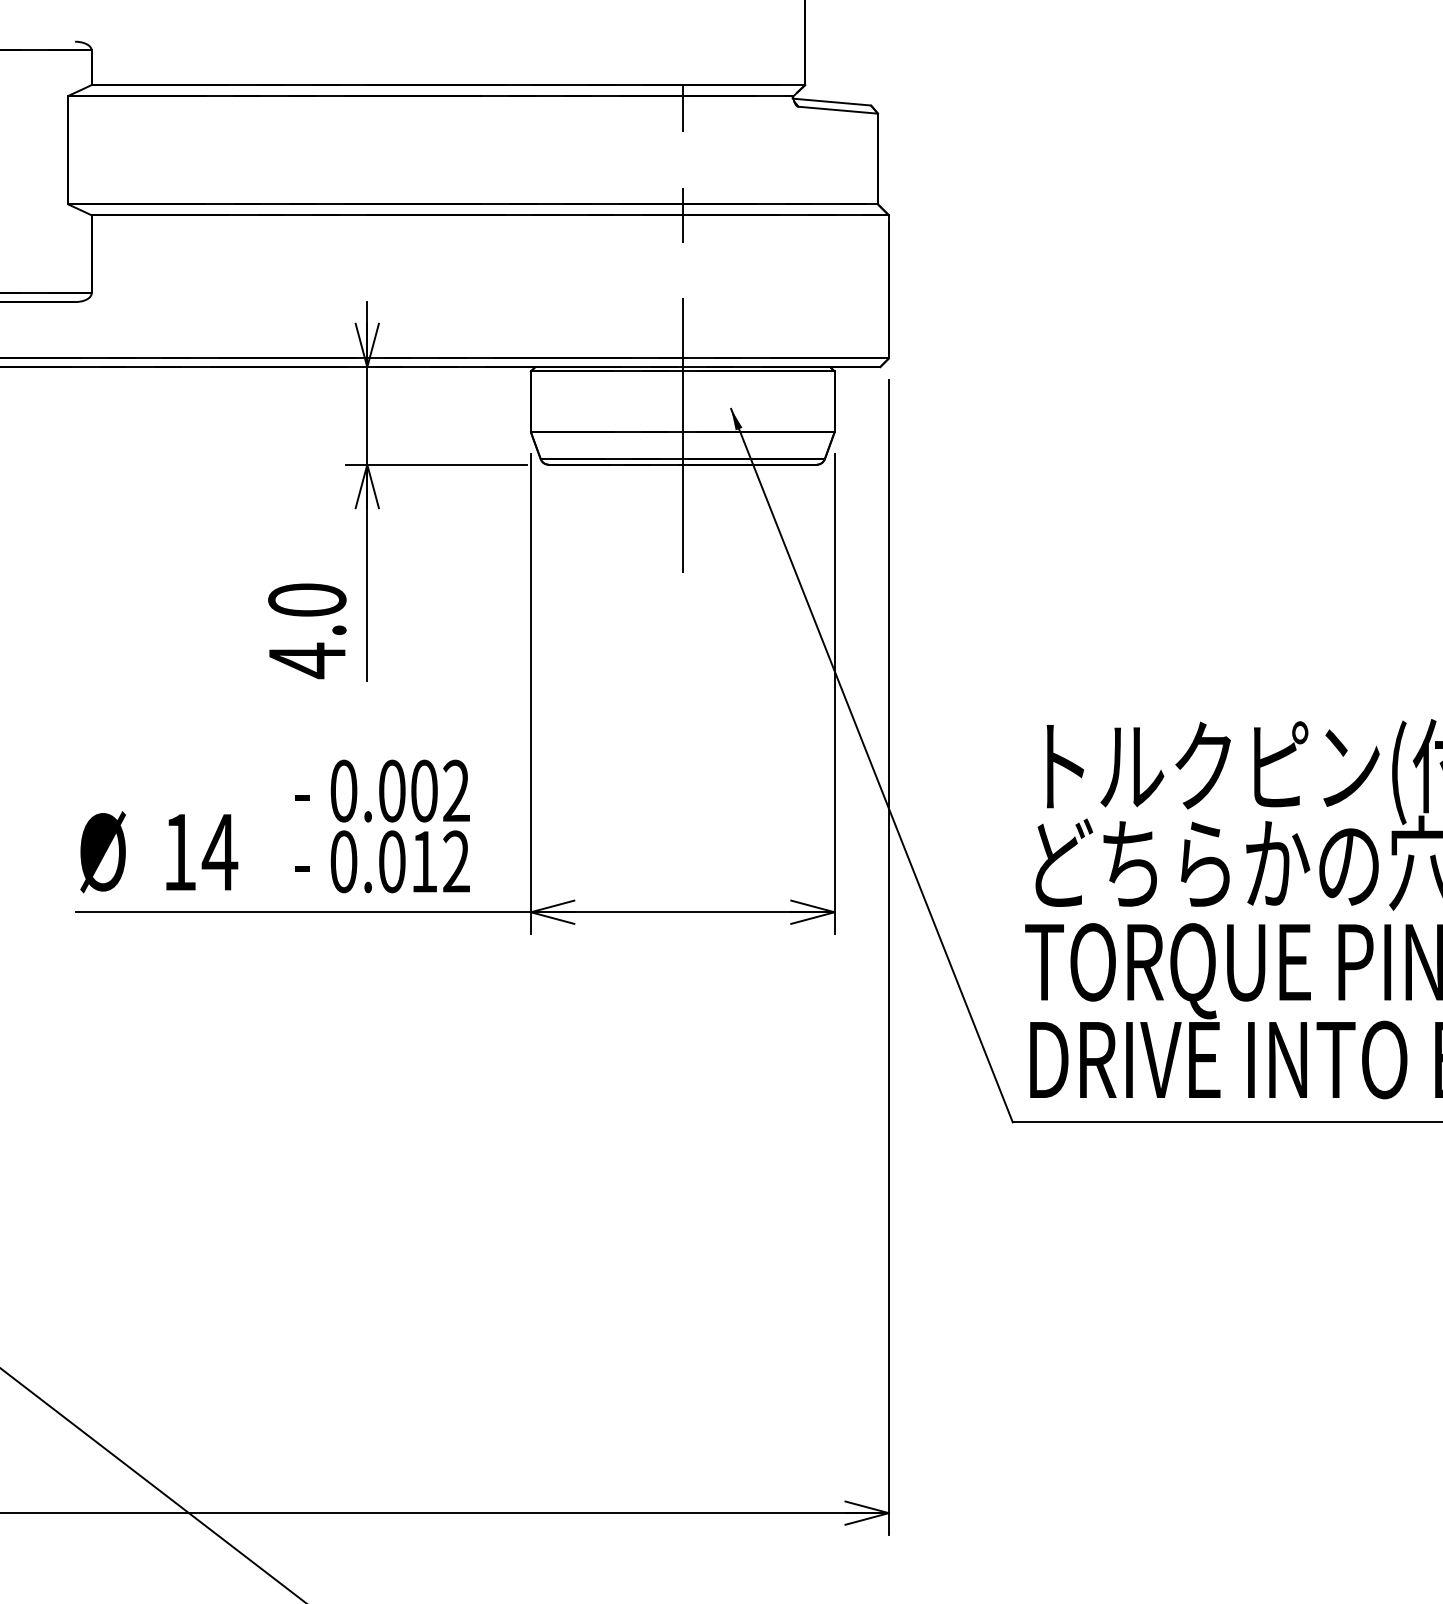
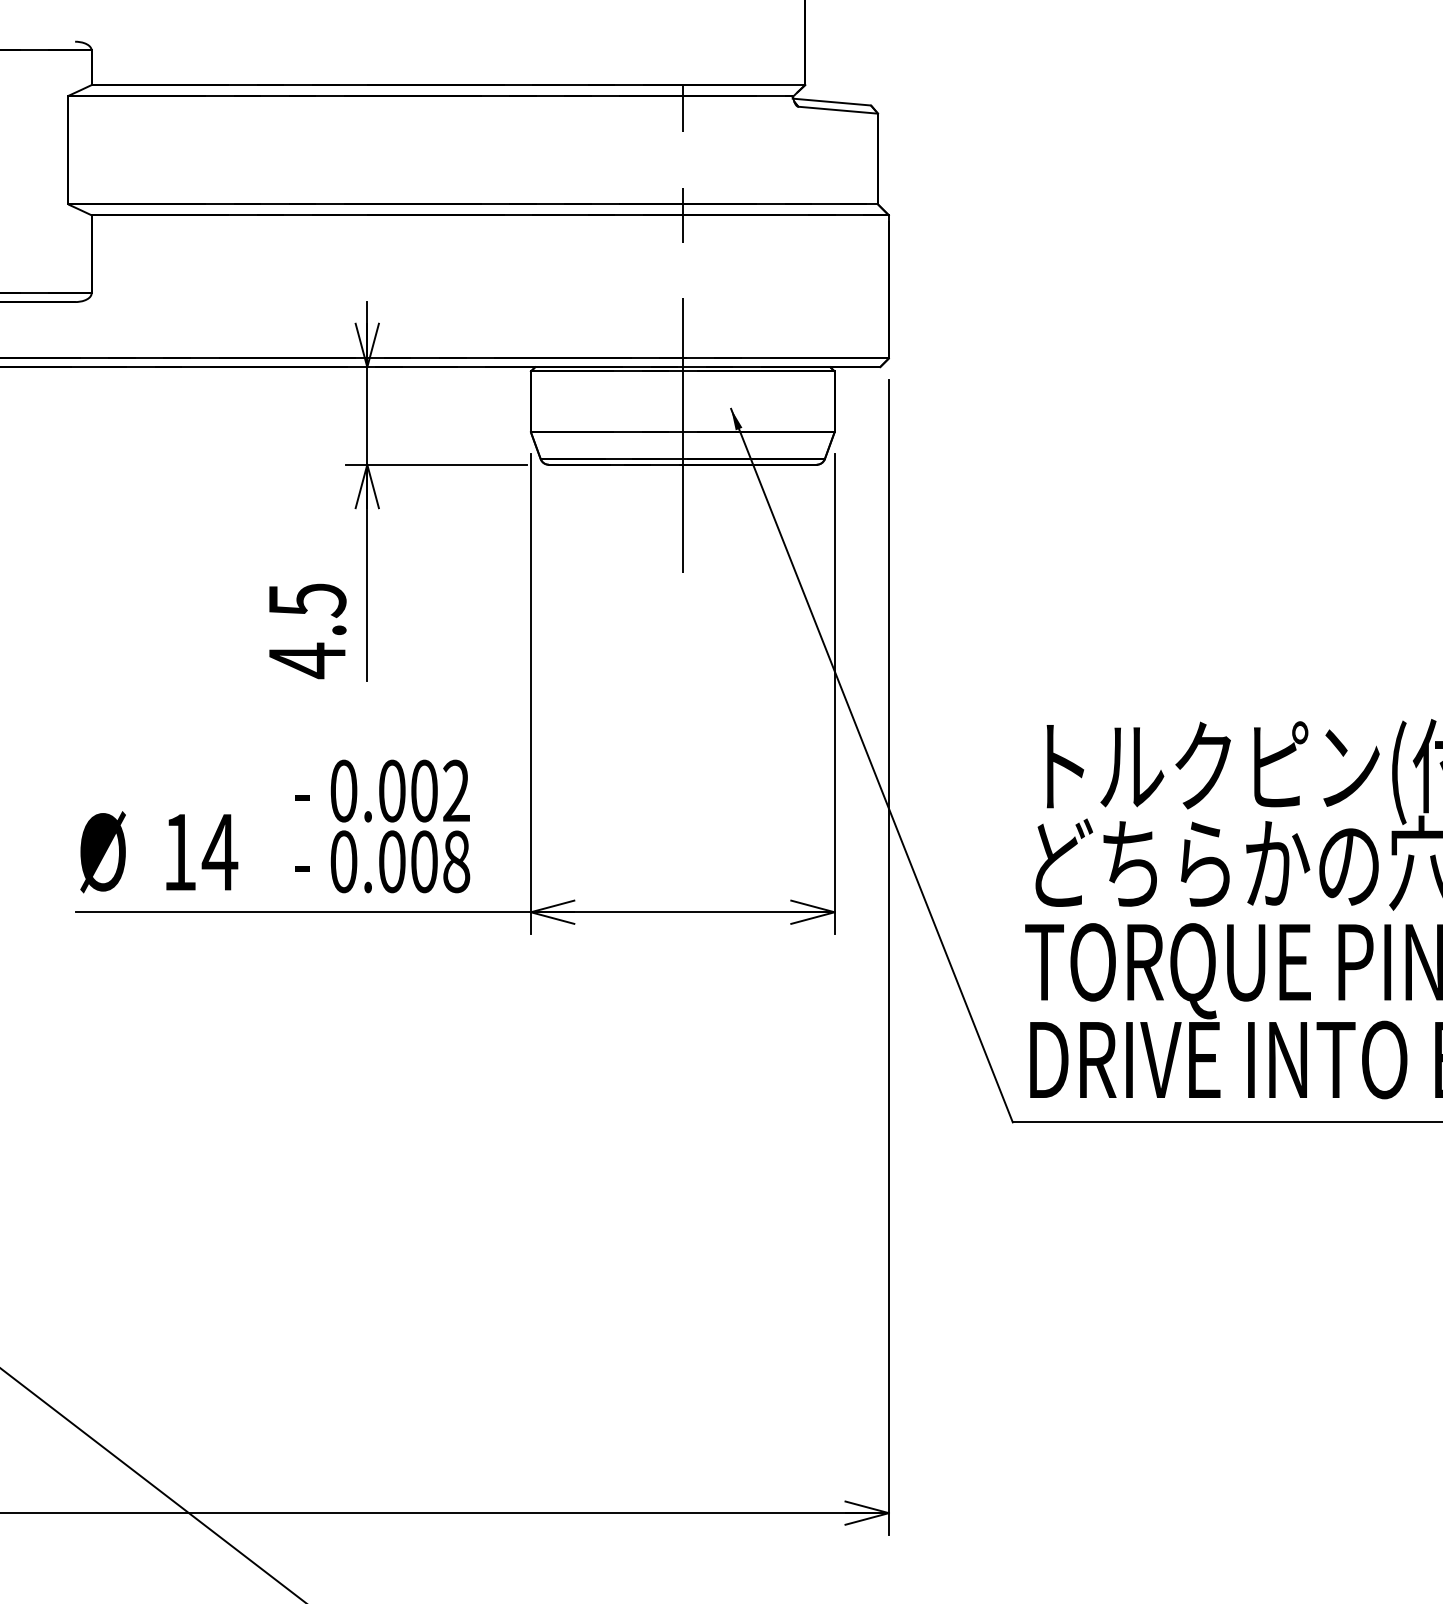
text at (307, 600): 4.0 -> 4.5
text at (440, 861): 0.012 -> 0.008
